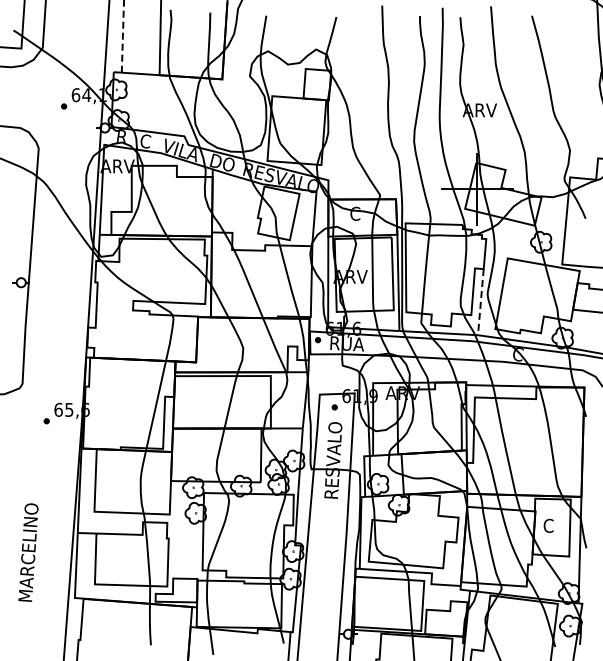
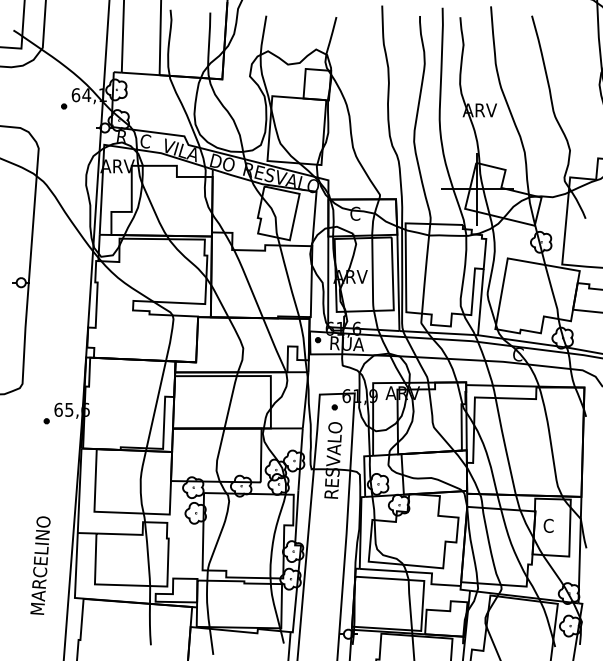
line at (122, 35): dashed -> solid
line at (480, 302): dashed -> solid
text at (28, 552) position: (28, 552) -> (40, 565)
